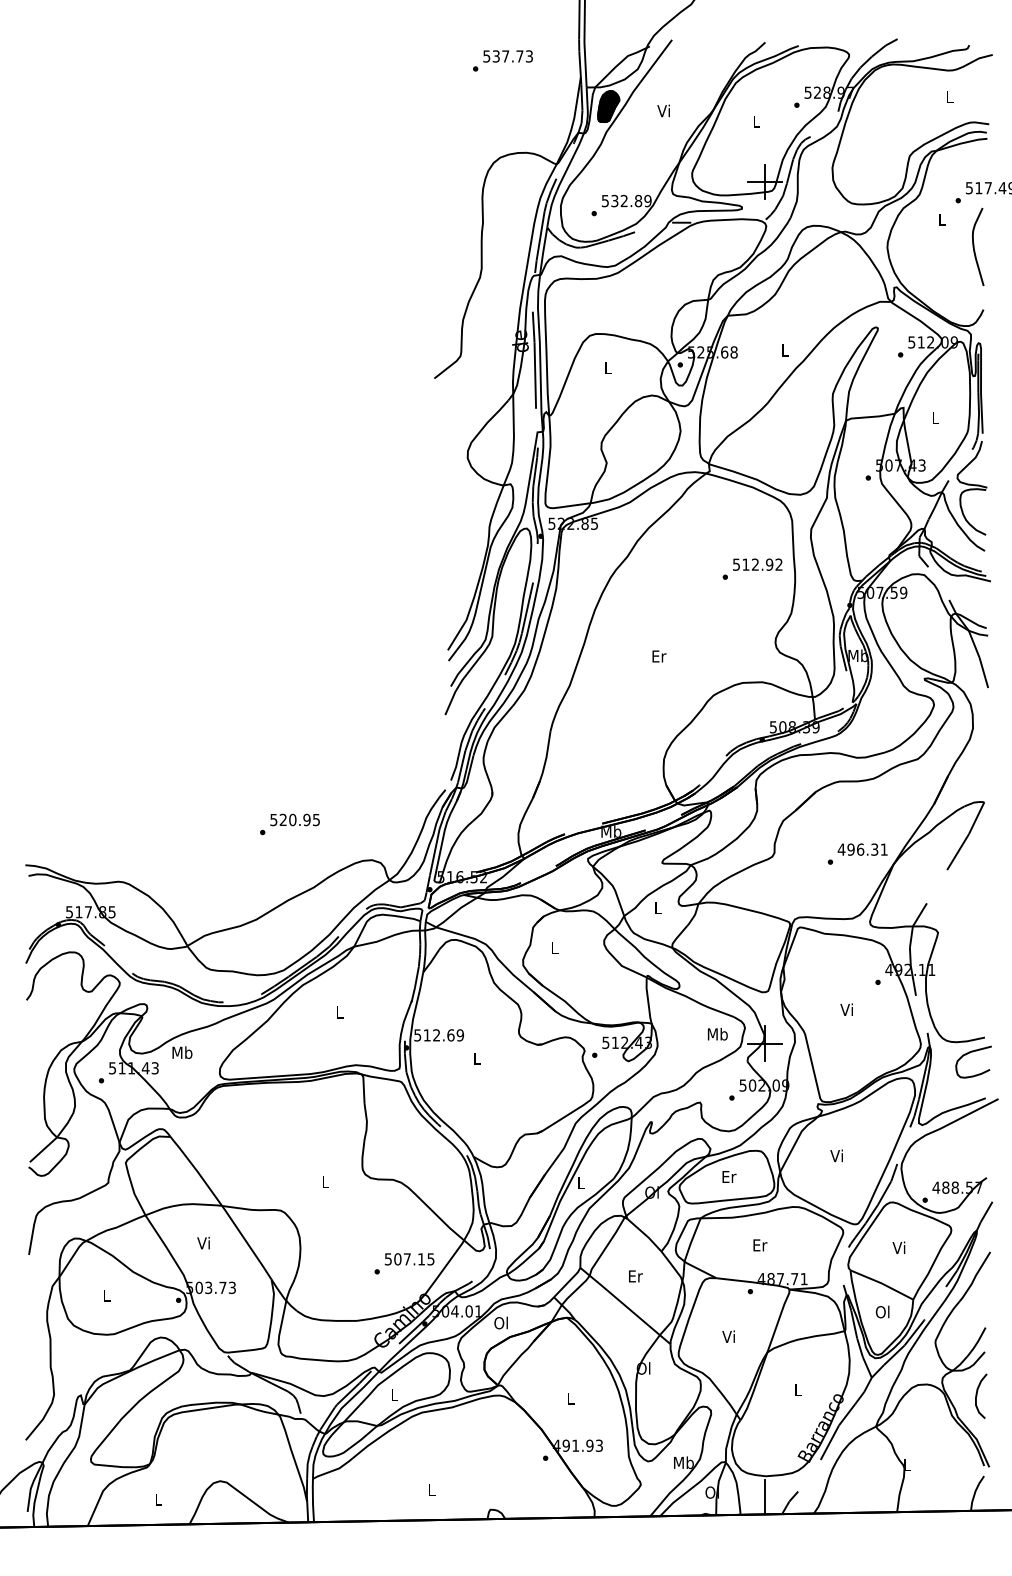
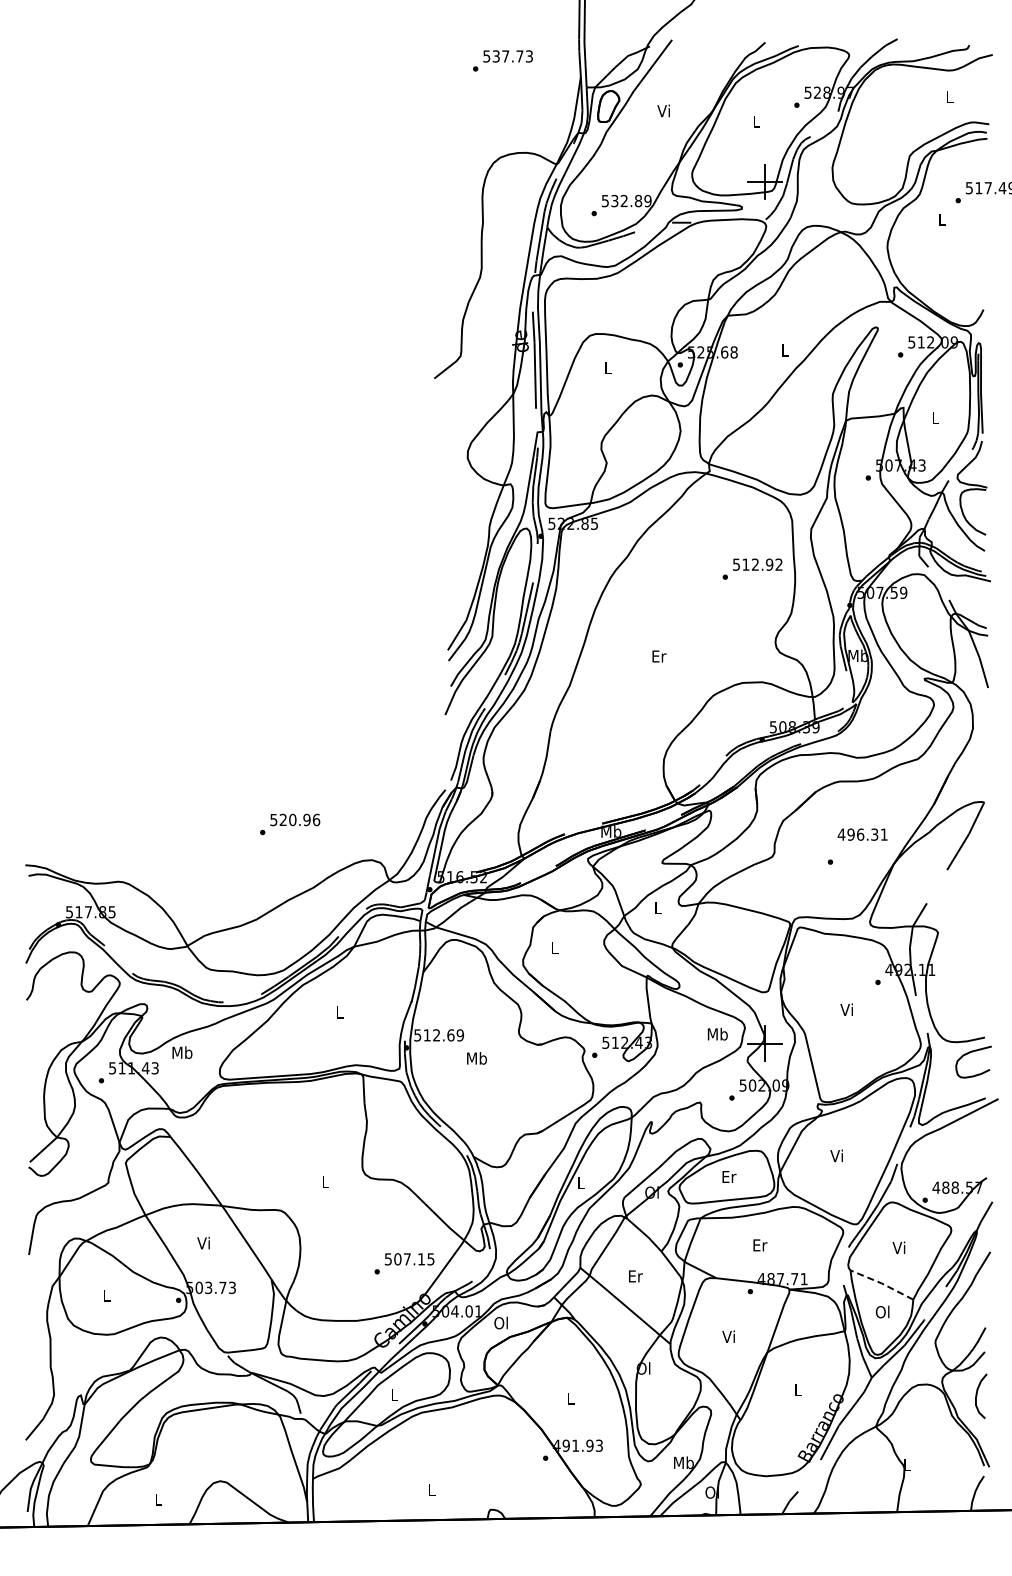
fill at (608, 106): present -> none
curve at (974, 246): present -> none
text at (316, 819): 520.95 -> 520.96
text at (862, 849) position: (862, 849) -> (862, 834)
text at (476, 1058): L -> Mb
line at (881, 1283): solid -> dashed
line at (765, 1496): present -> none
